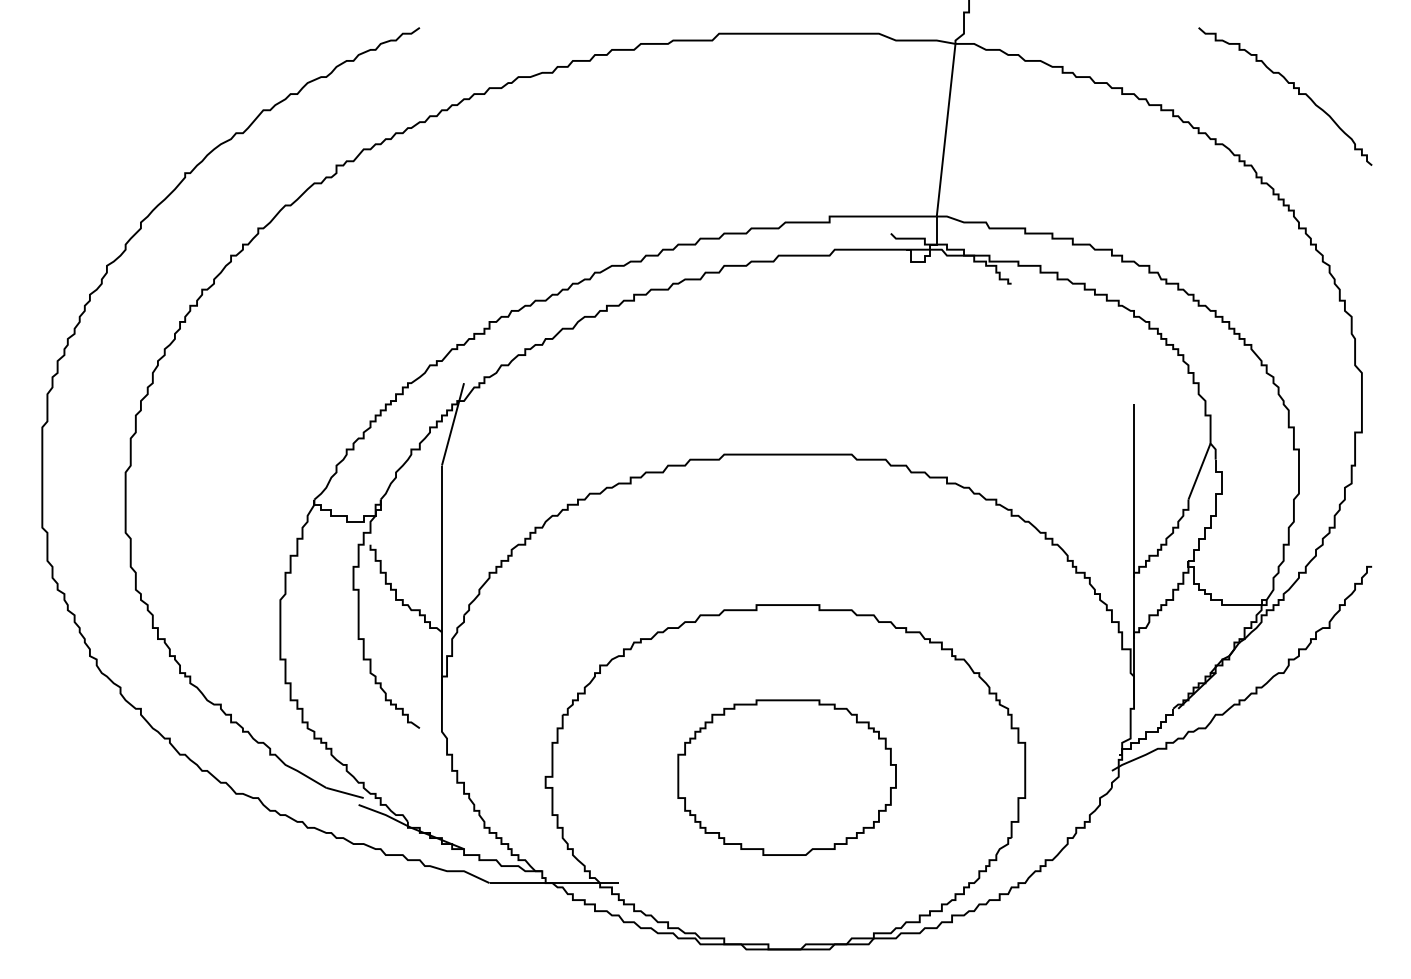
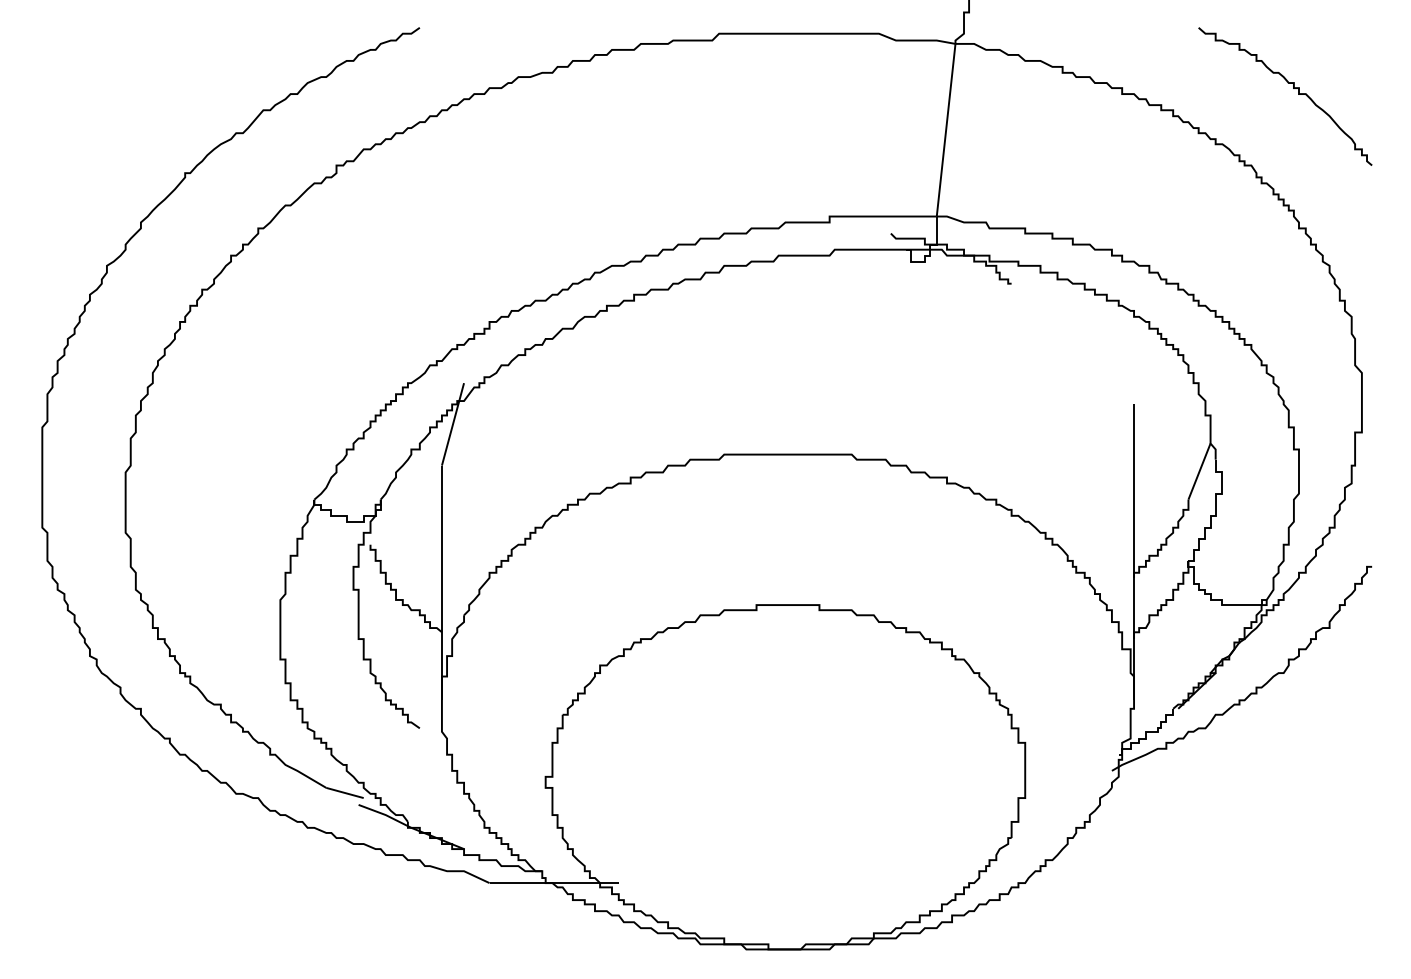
part at (786, 777): present -> none
